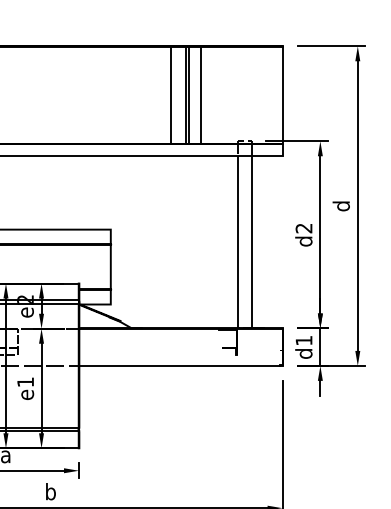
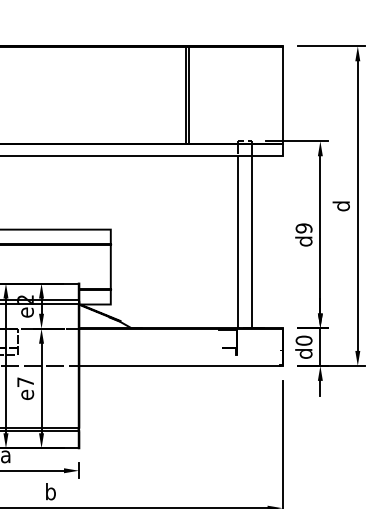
line at (170, 94): present -> none
line at (200, 94): present -> none
text at (303, 228): d2 -> d9
text at (303, 340): d1 -> d0
text at (25, 381): e1 -> e7
